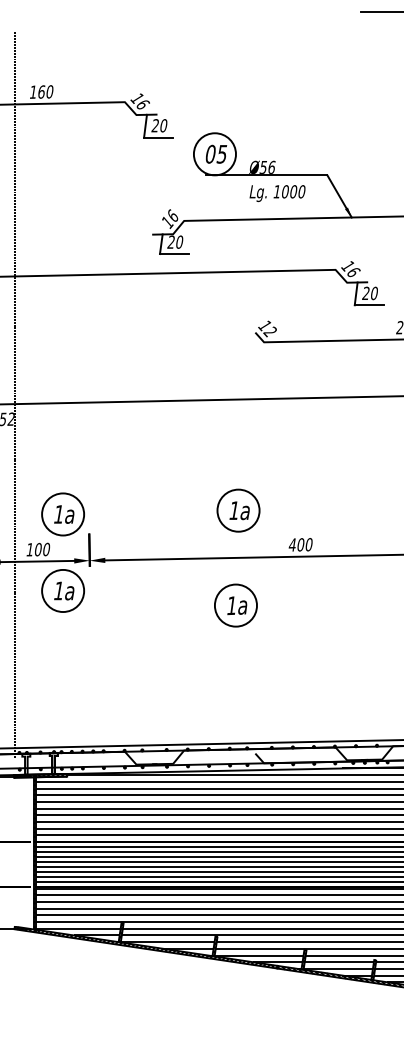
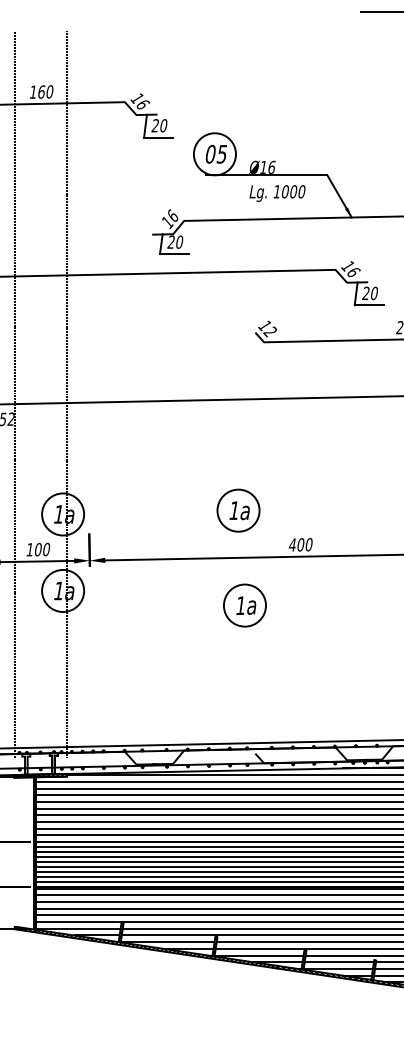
text at (262, 167): Ø56 -> Ø16
line at (67, 394): none -> present
part at (235, 605) position: (235, 605) -> (244, 605)
